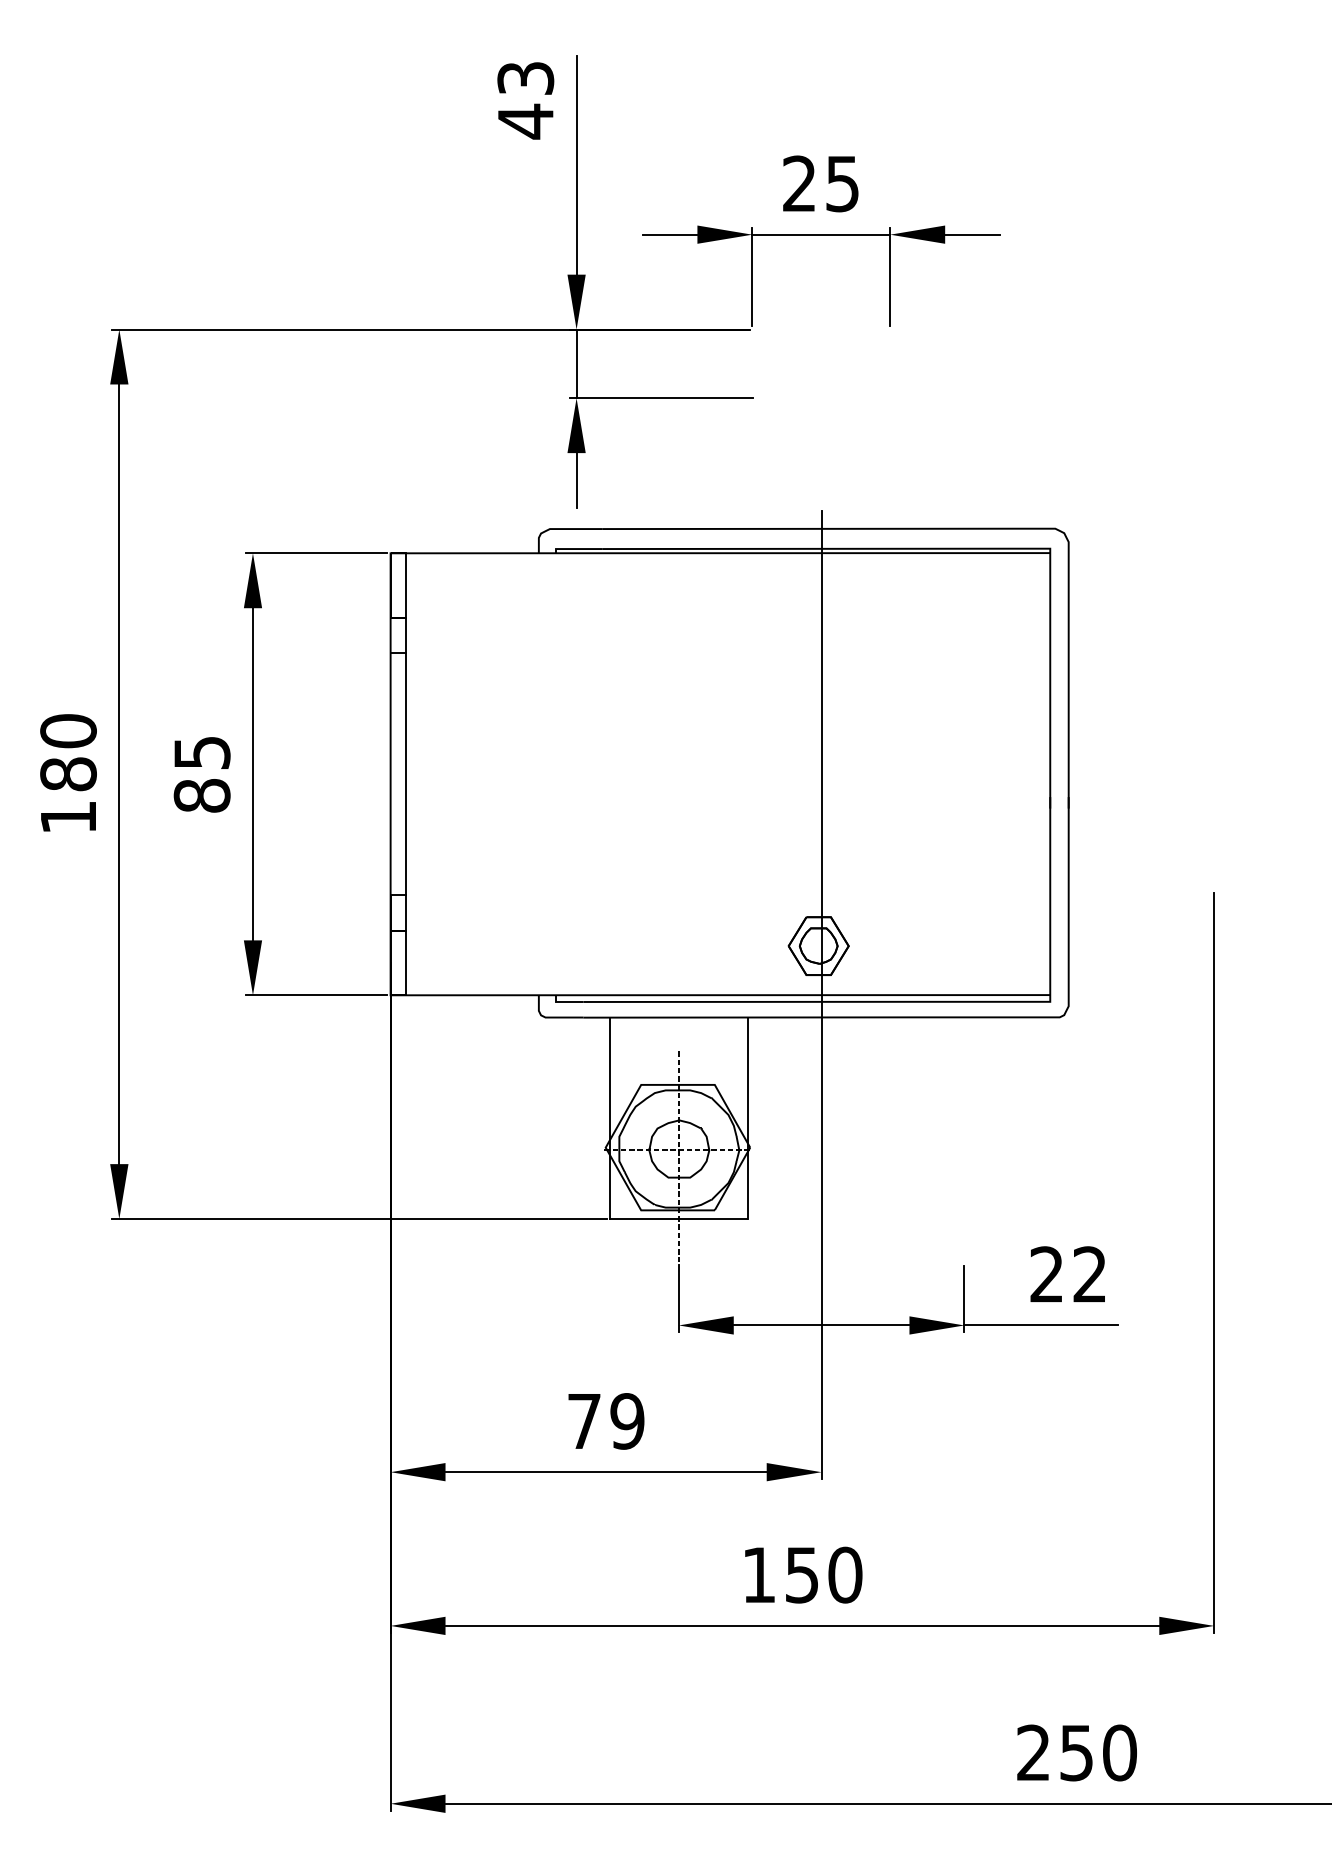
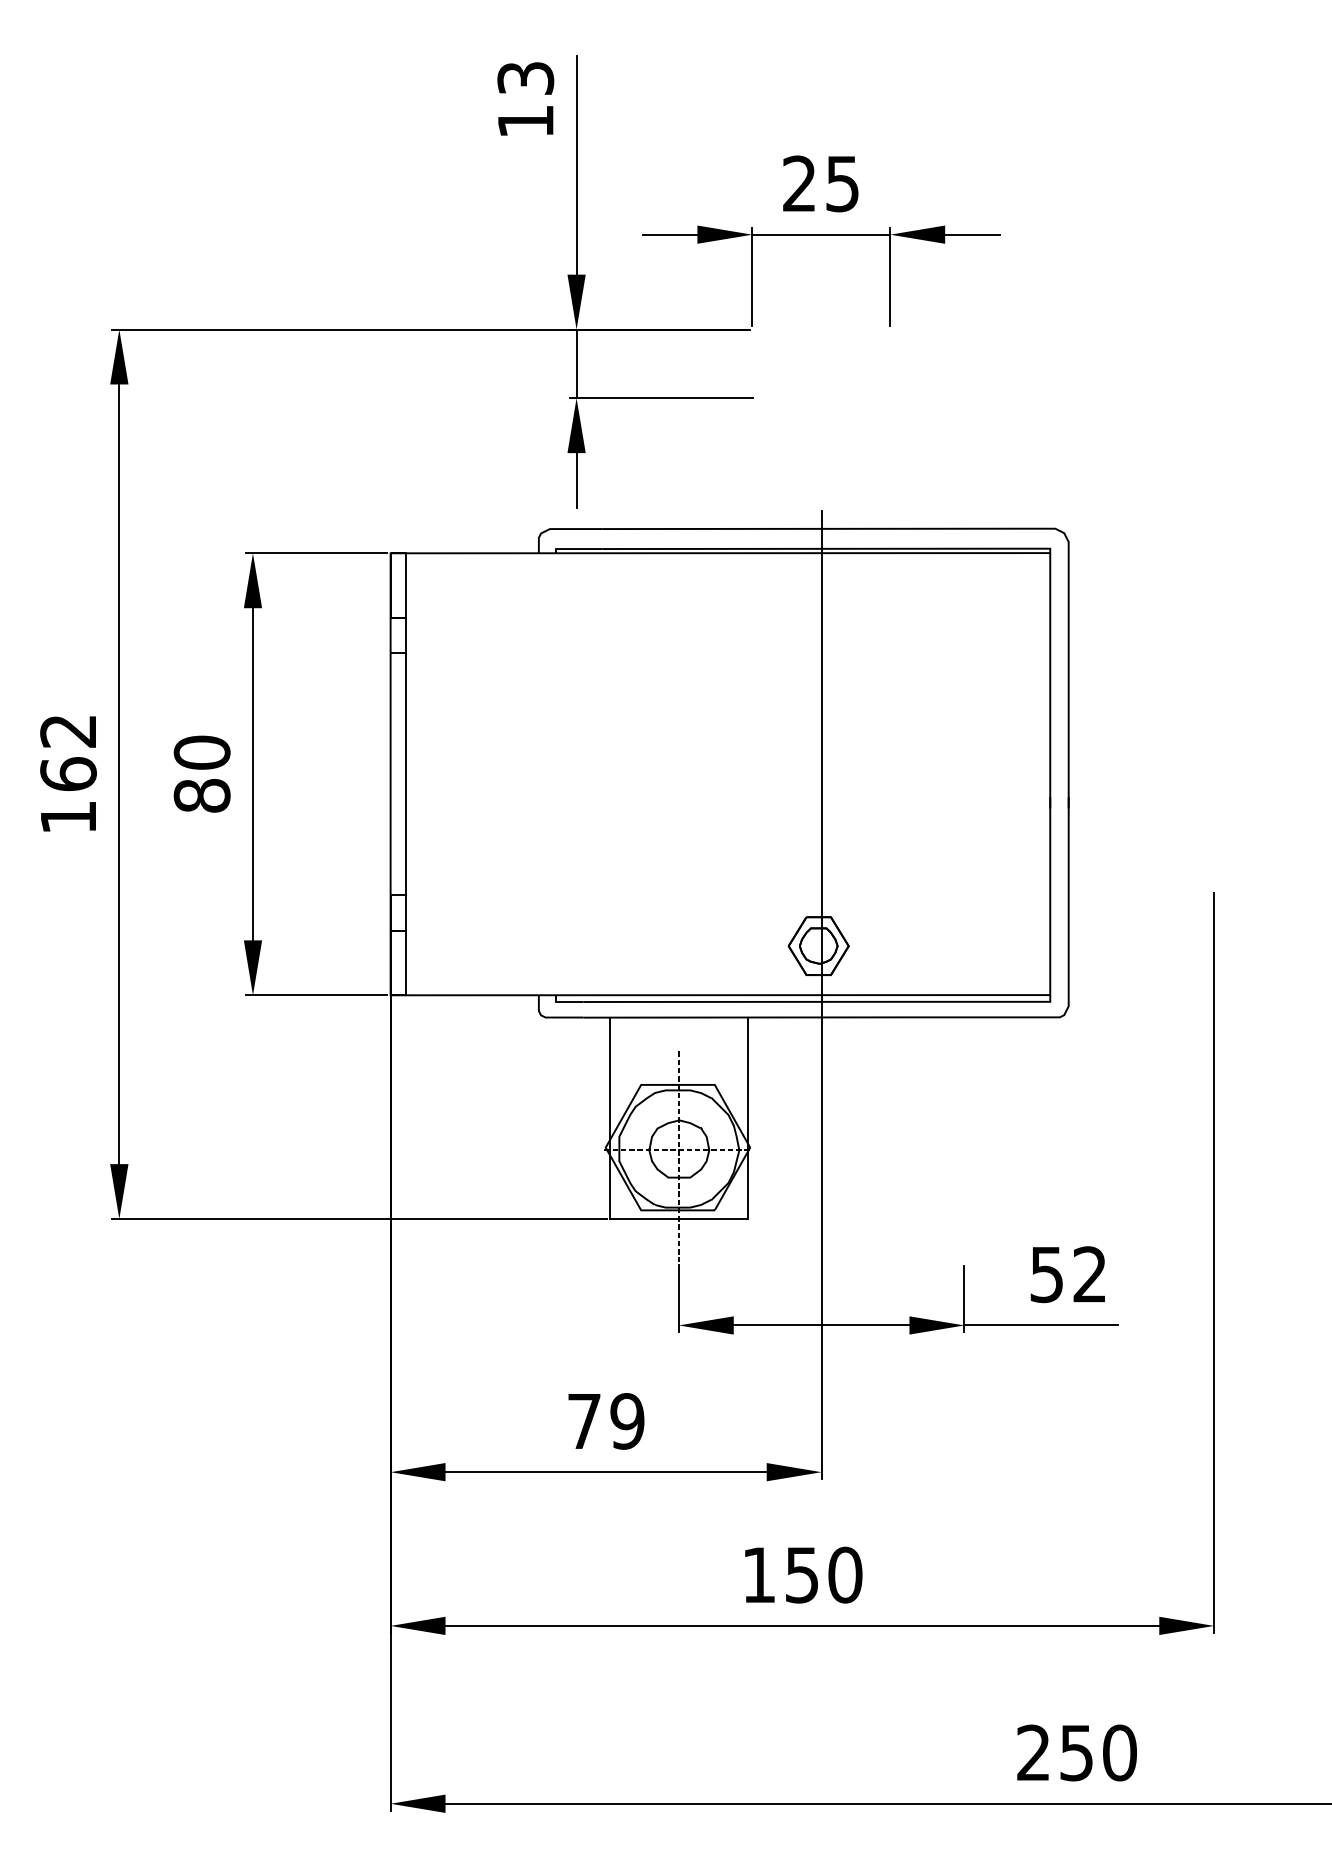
text at (525, 121): 43 -> 13
text at (68, 752): 180 -> 162
text at (201, 752): 85 -> 80
text at (1046, 1274): 22 -> 52
